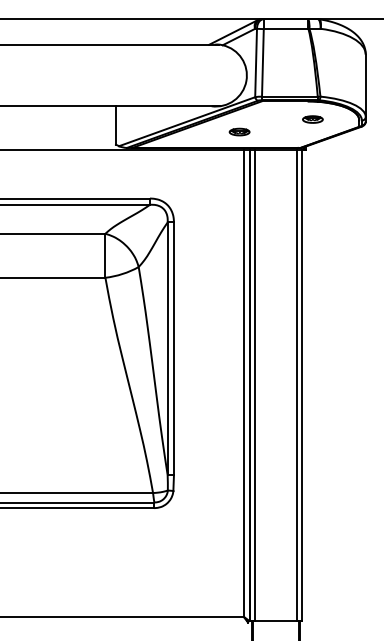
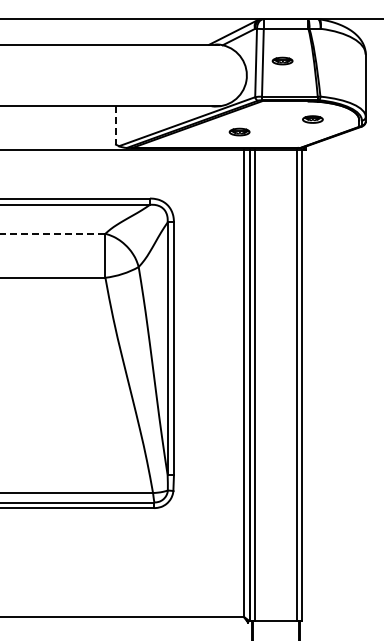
part at (282, 60): none -> present
line at (115, 125): solid -> dashed
line at (52, 233): solid -> dashed
